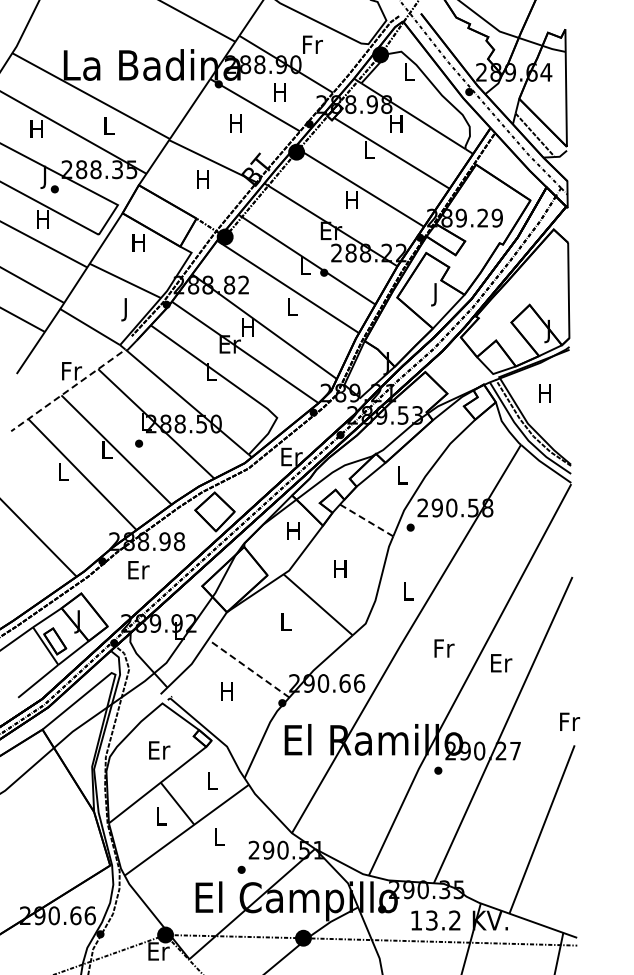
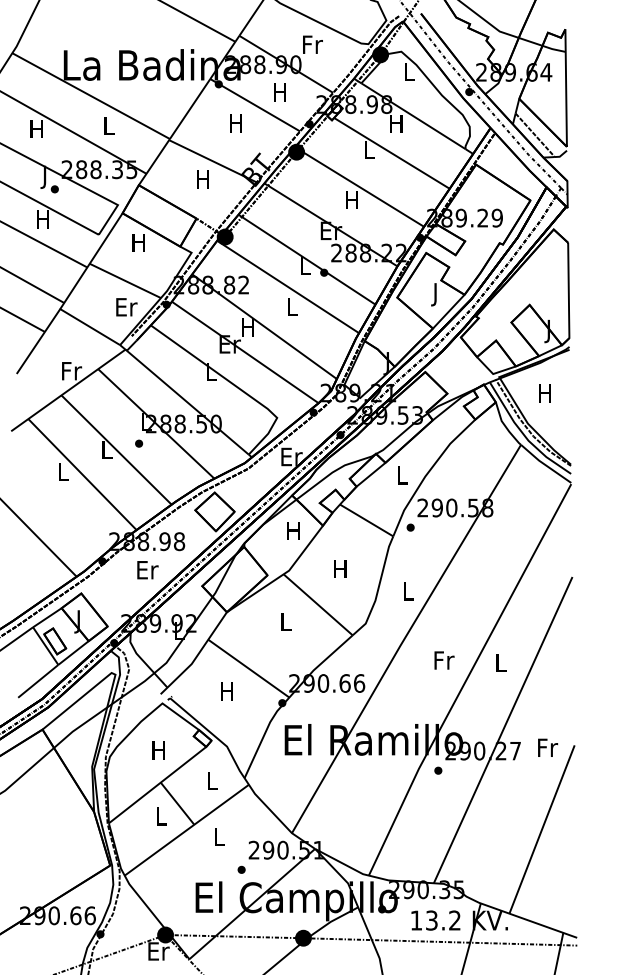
text at (126, 309): J -> Er
line at (72, 387): dashed -> solid
line at (366, 520): dashed -> solid
text at (138, 570) position: (138, 570) -> (147, 570)
text at (444, 648) position: (444, 648) -> (444, 660)
text at (501, 663): Er -> L
line at (248, 668): dashed -> solid
text at (570, 721) position: (570, 721) -> (548, 747)
text at (159, 750): Er -> H
